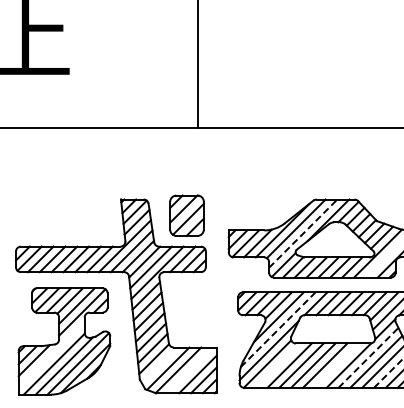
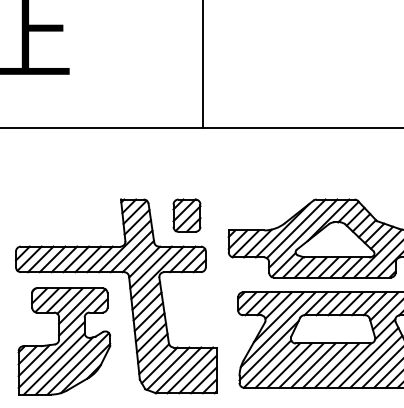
line at (197, 65) position: (197, 65) -> (202, 65)
part at (186, 215) size: 36x43 px -> 30x35 px
line at (303, 233): dashed -> solid
line at (382, 259): none -> present
line at (278, 329): dashed -> solid
line at (51, 354): none -> present
line at (368, 357): dashed -> solid
line at (159, 365): none -> present
line at (277, 365): none -> present
line at (336, 365): none -> present
line at (190, 370): none -> present
line at (389, 372): dashed -> solid
